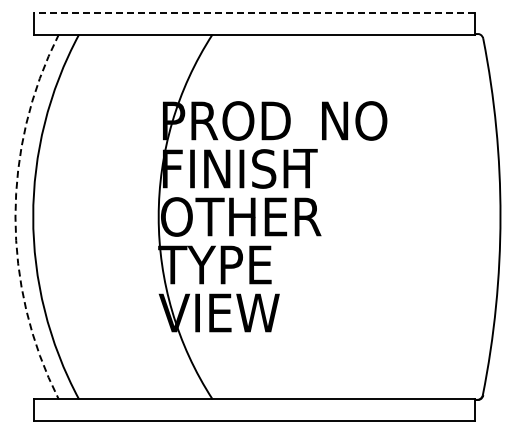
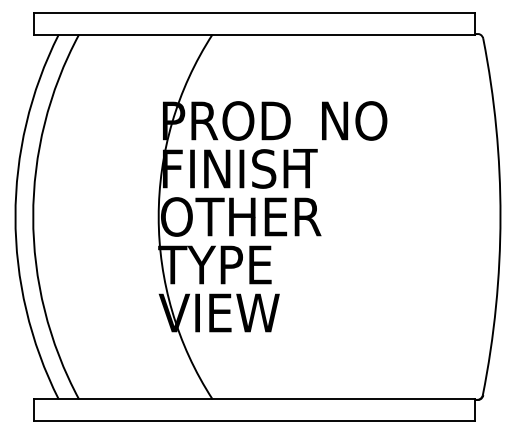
line at (254, 12): dashed -> solid
arc at (15, 217): dashed -> solid
